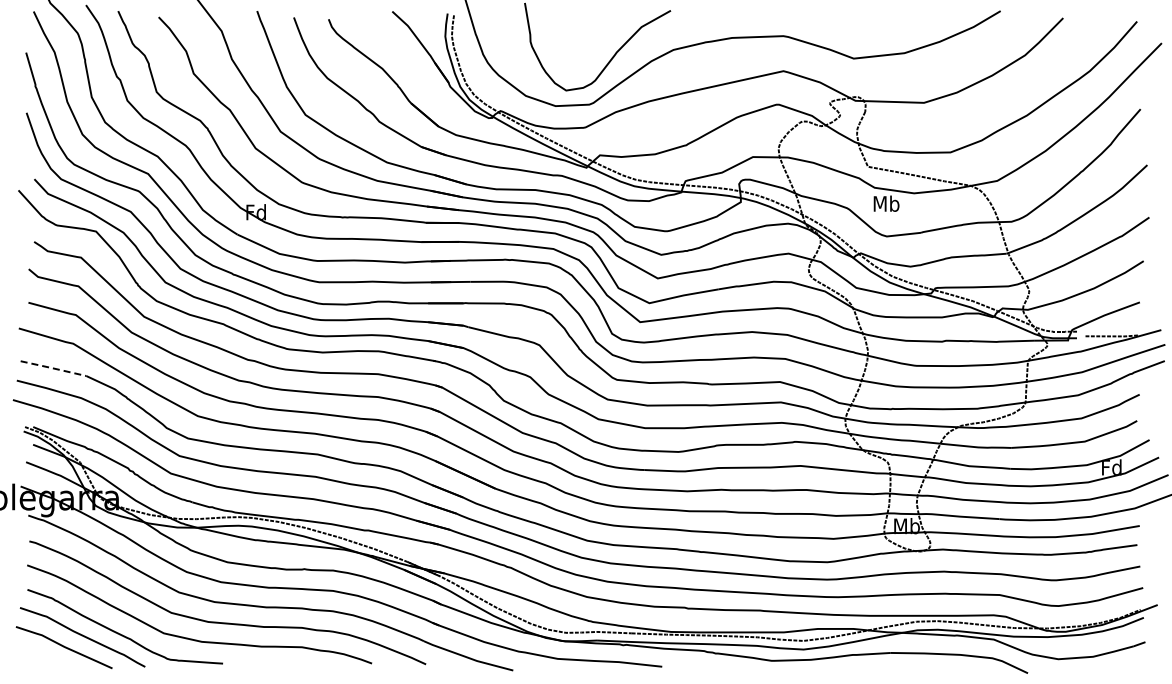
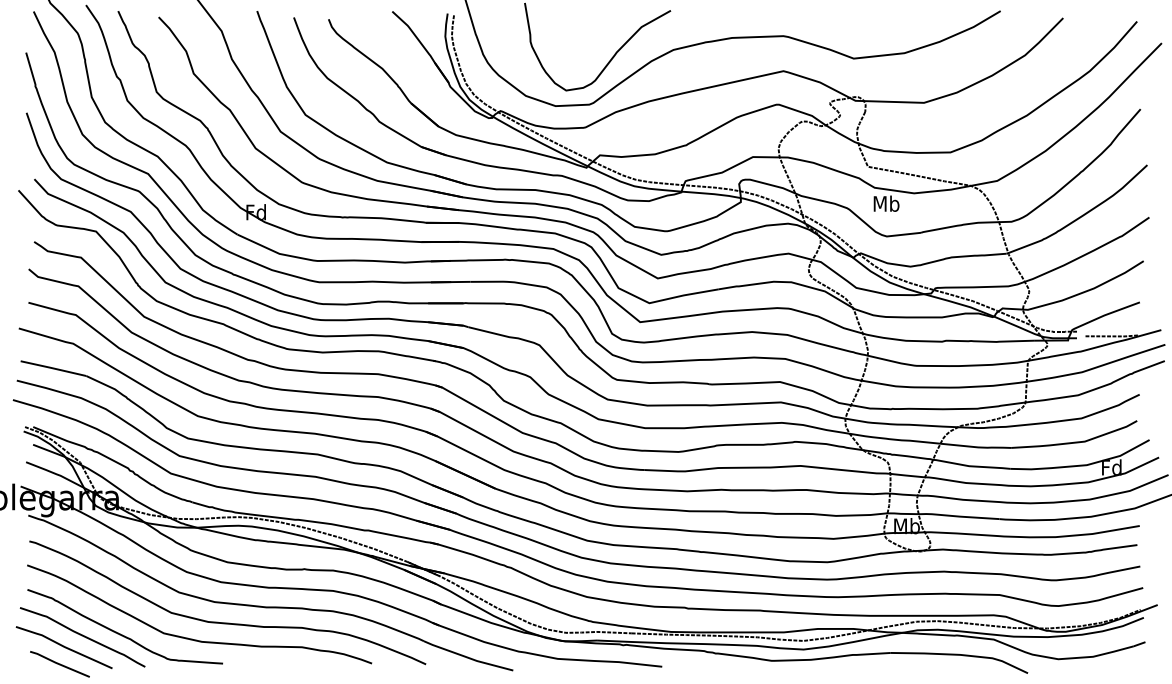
line at (53, 368): dashed -> solid
line at (59, 664): none -> present
